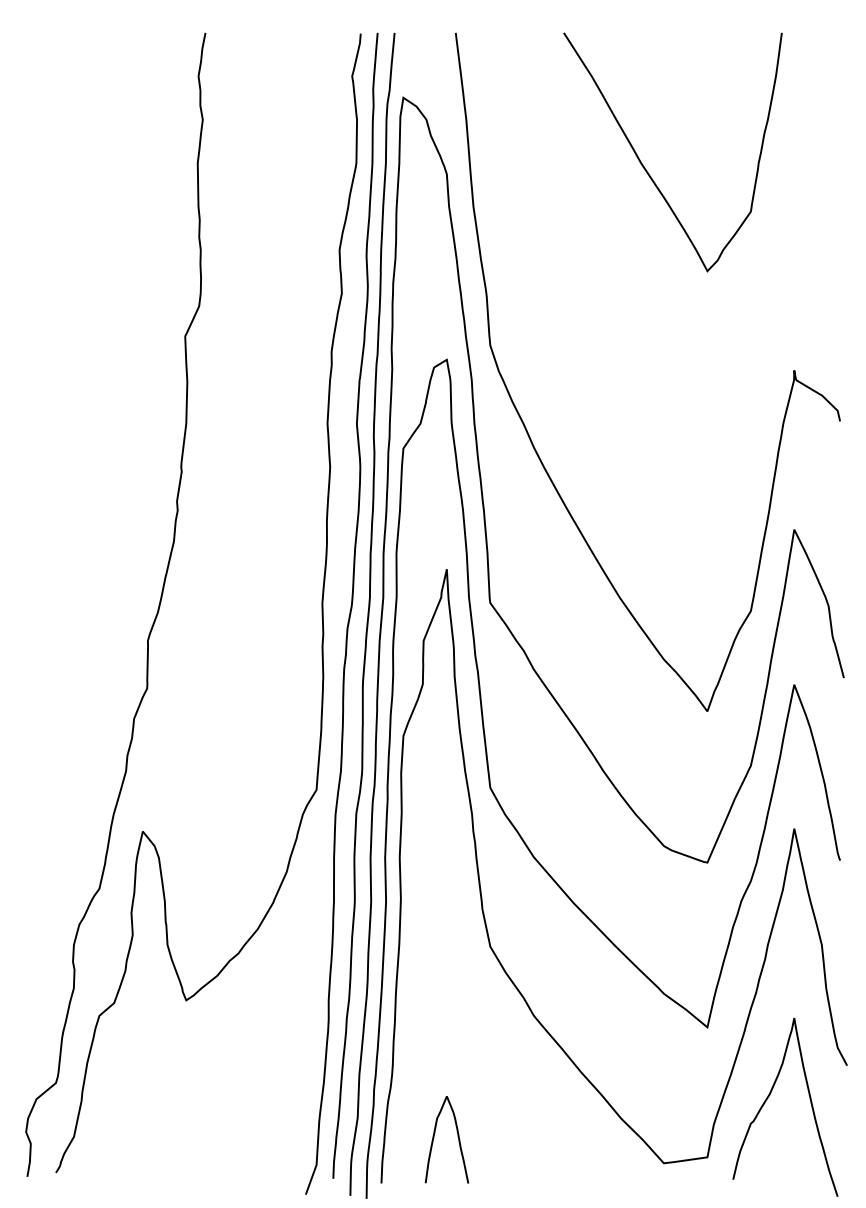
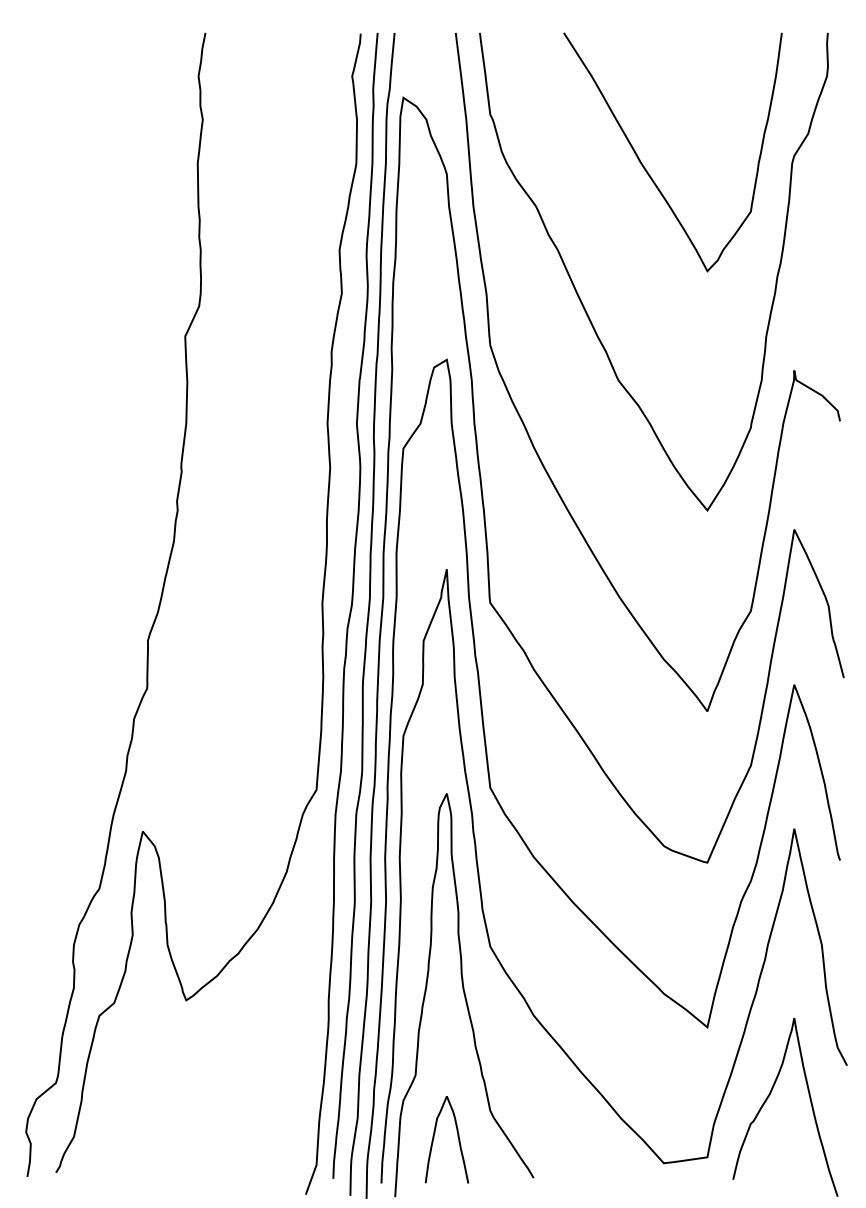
curve at (581, 299): none -> present
curve at (464, 995): none -> present
